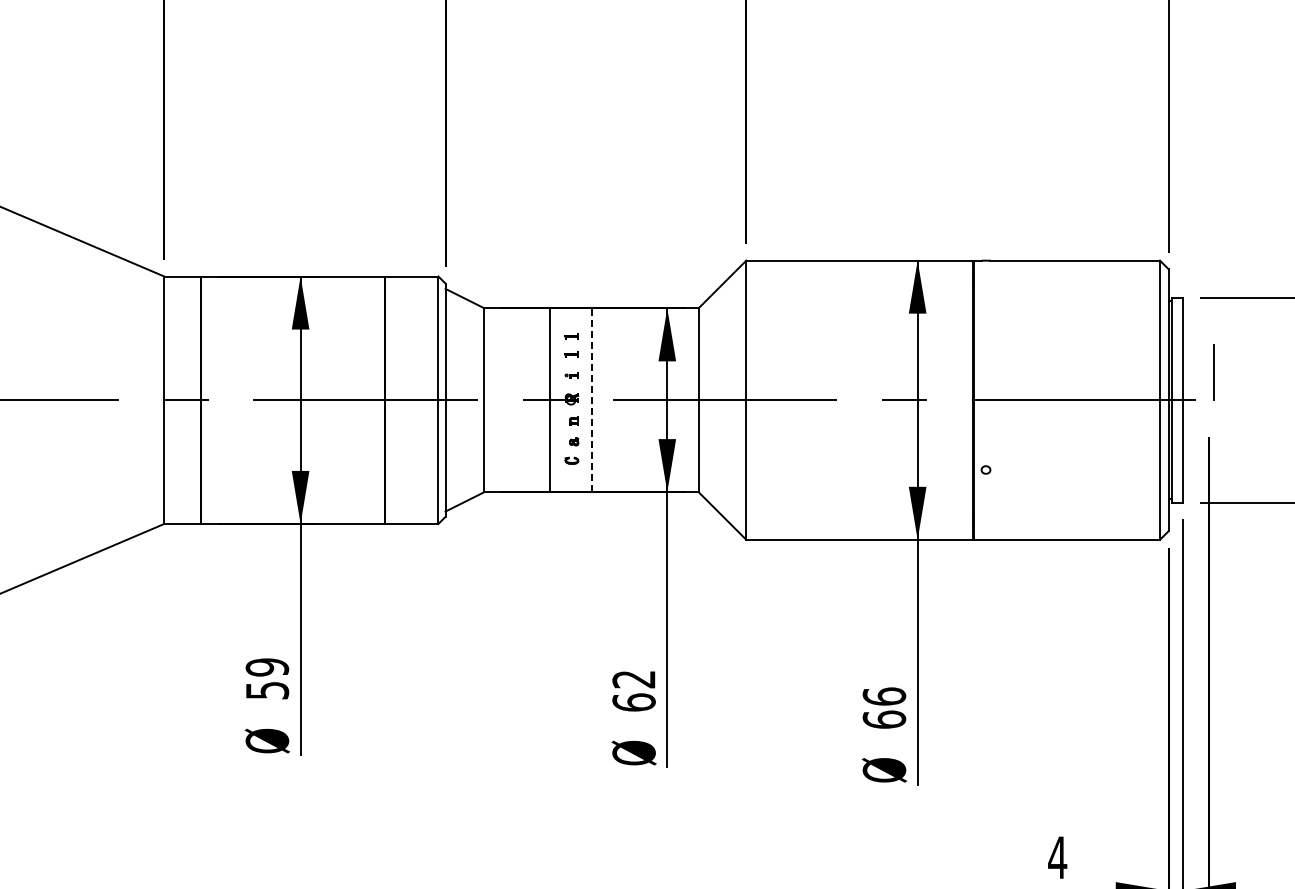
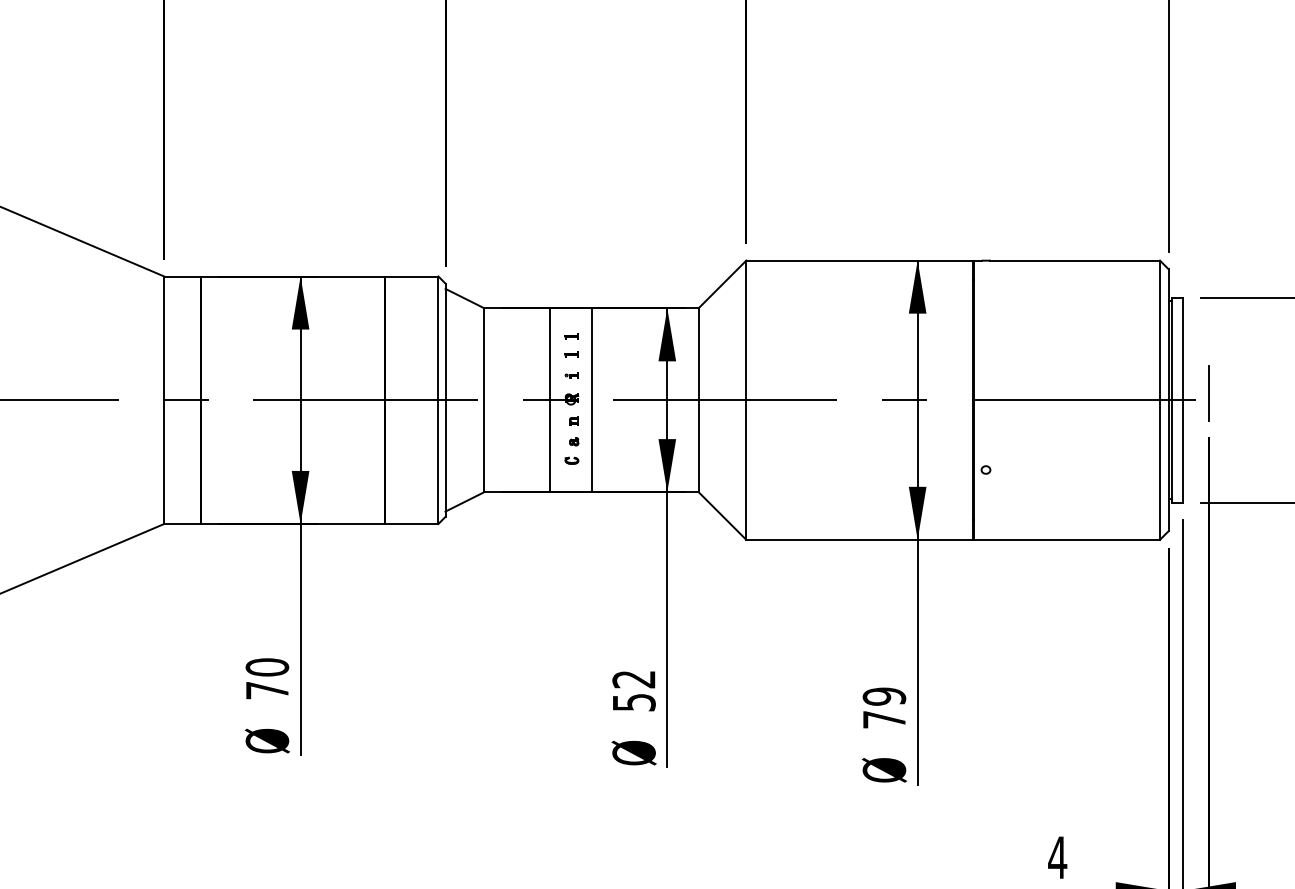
line at (1213, 372) position: (1213, 372) -> (1208, 393)
line at (592, 400): dashed -> solid
text at (267, 678): 59 -> 70
text at (633, 702): 62 -> 52
text at (884, 707): 66 -> 79
